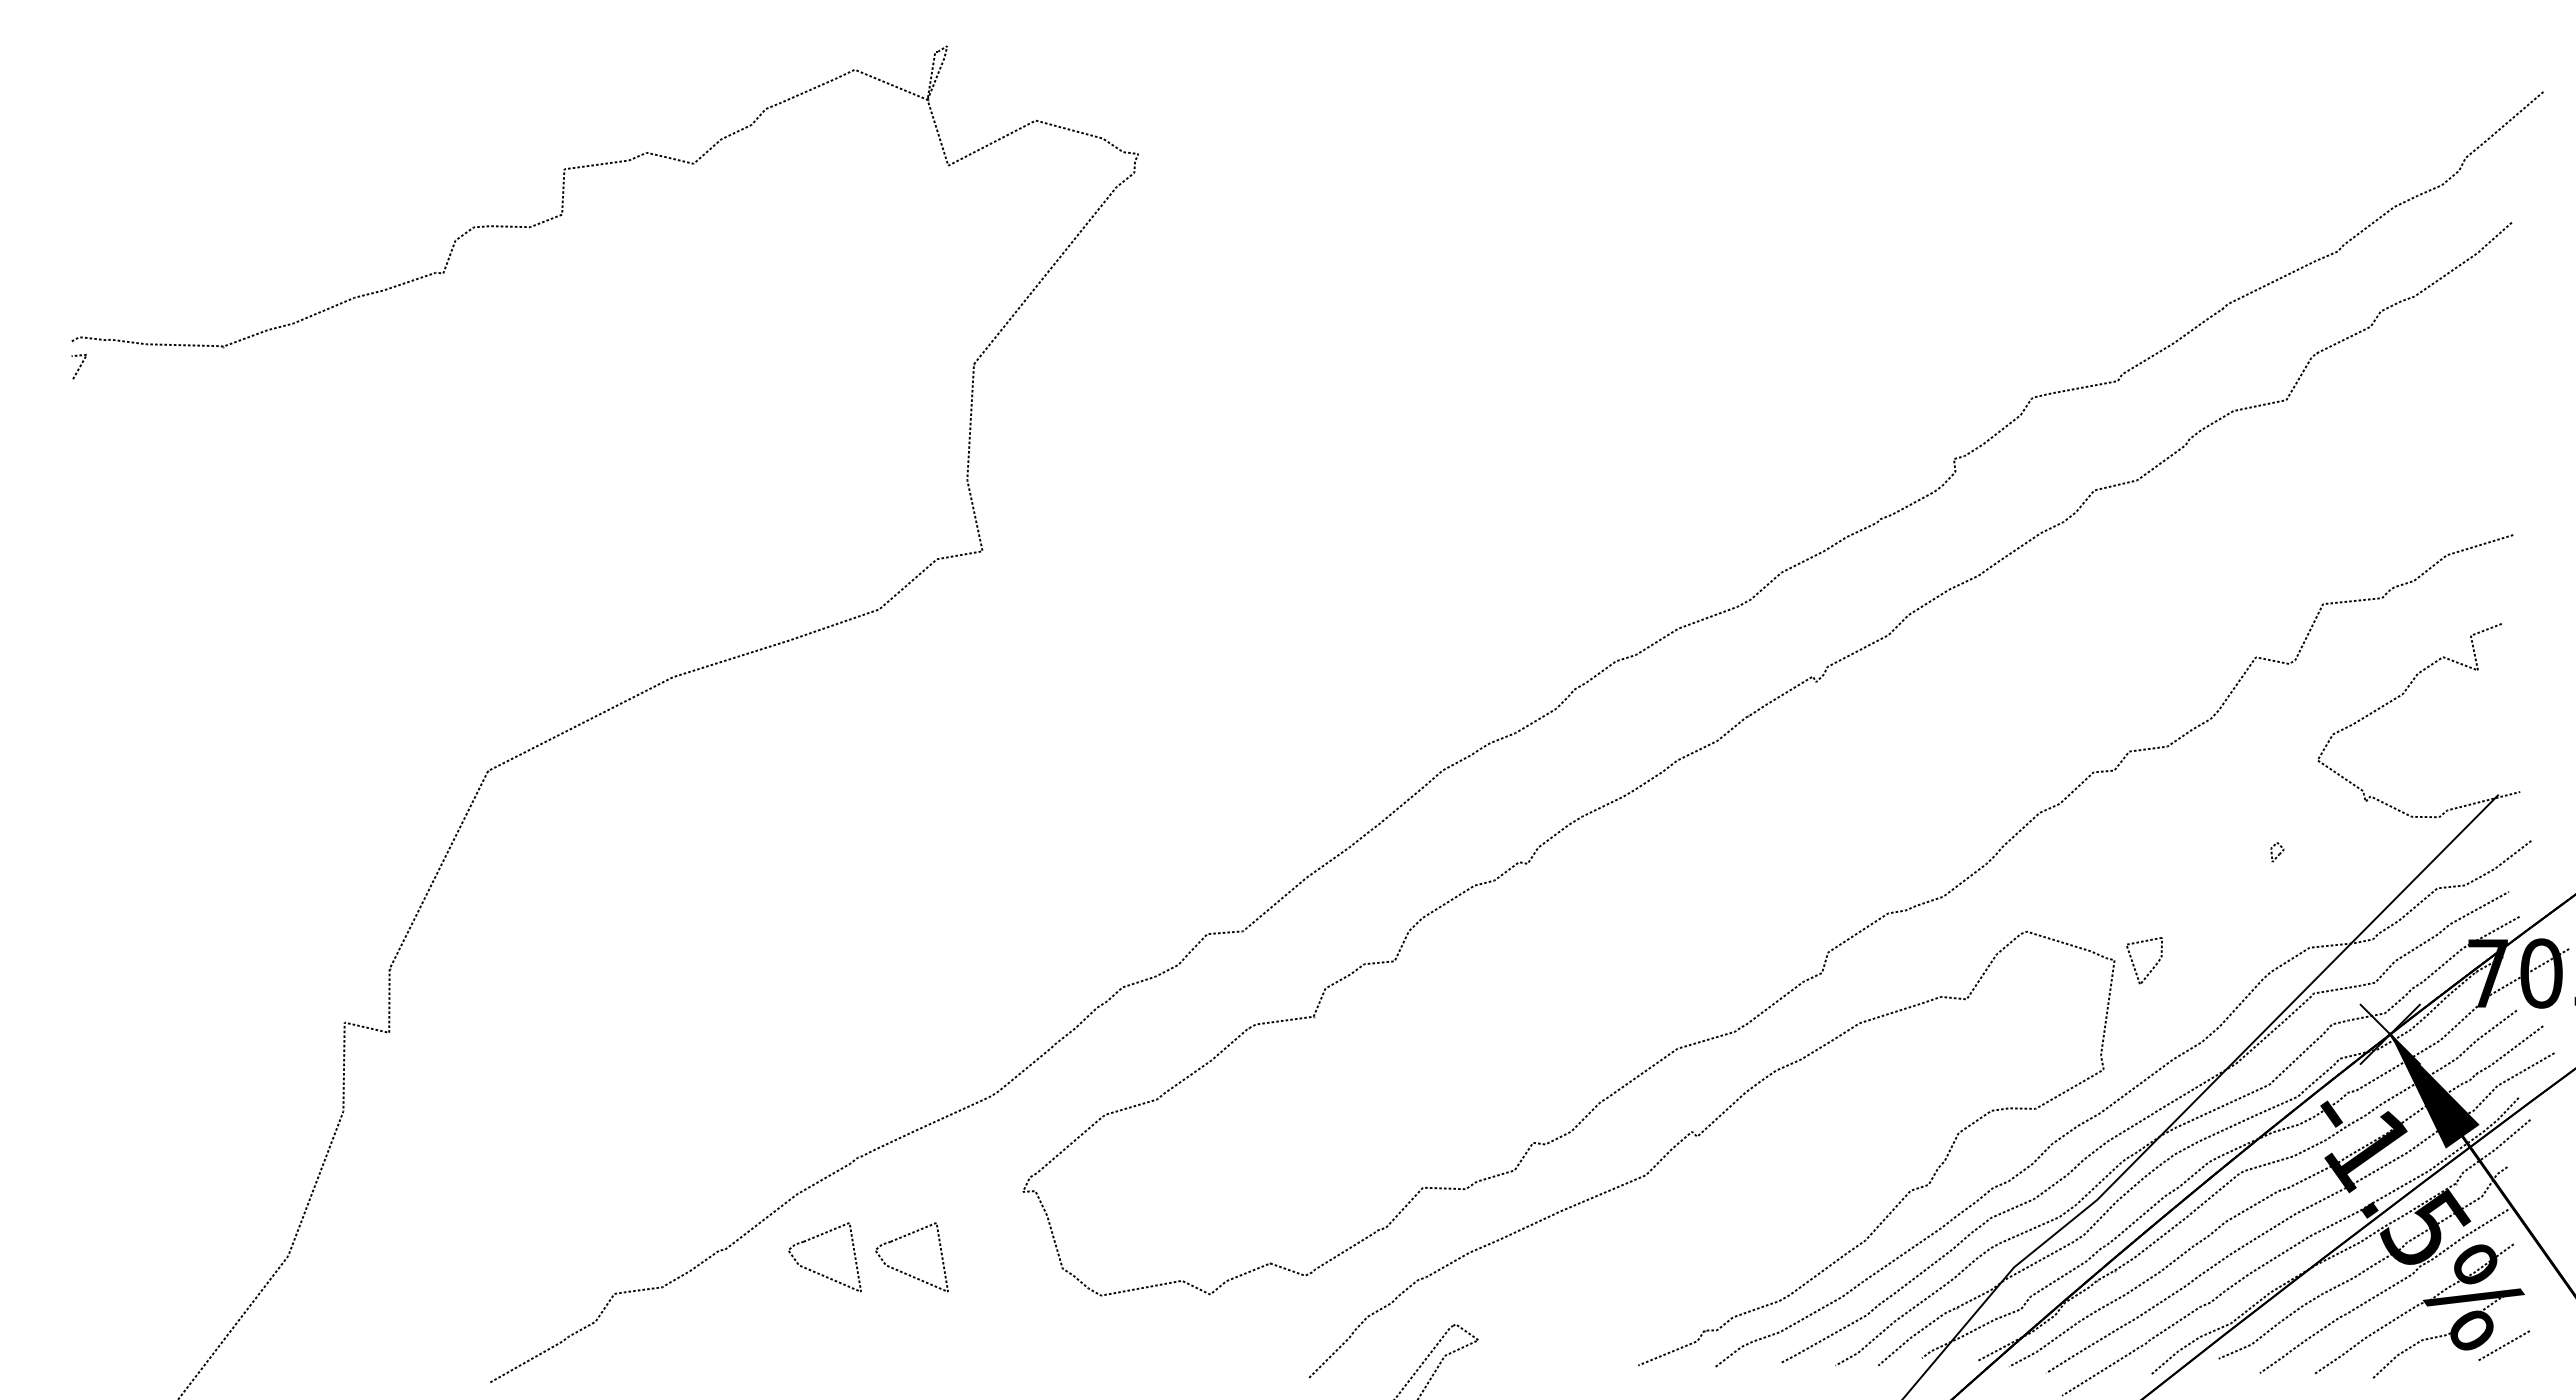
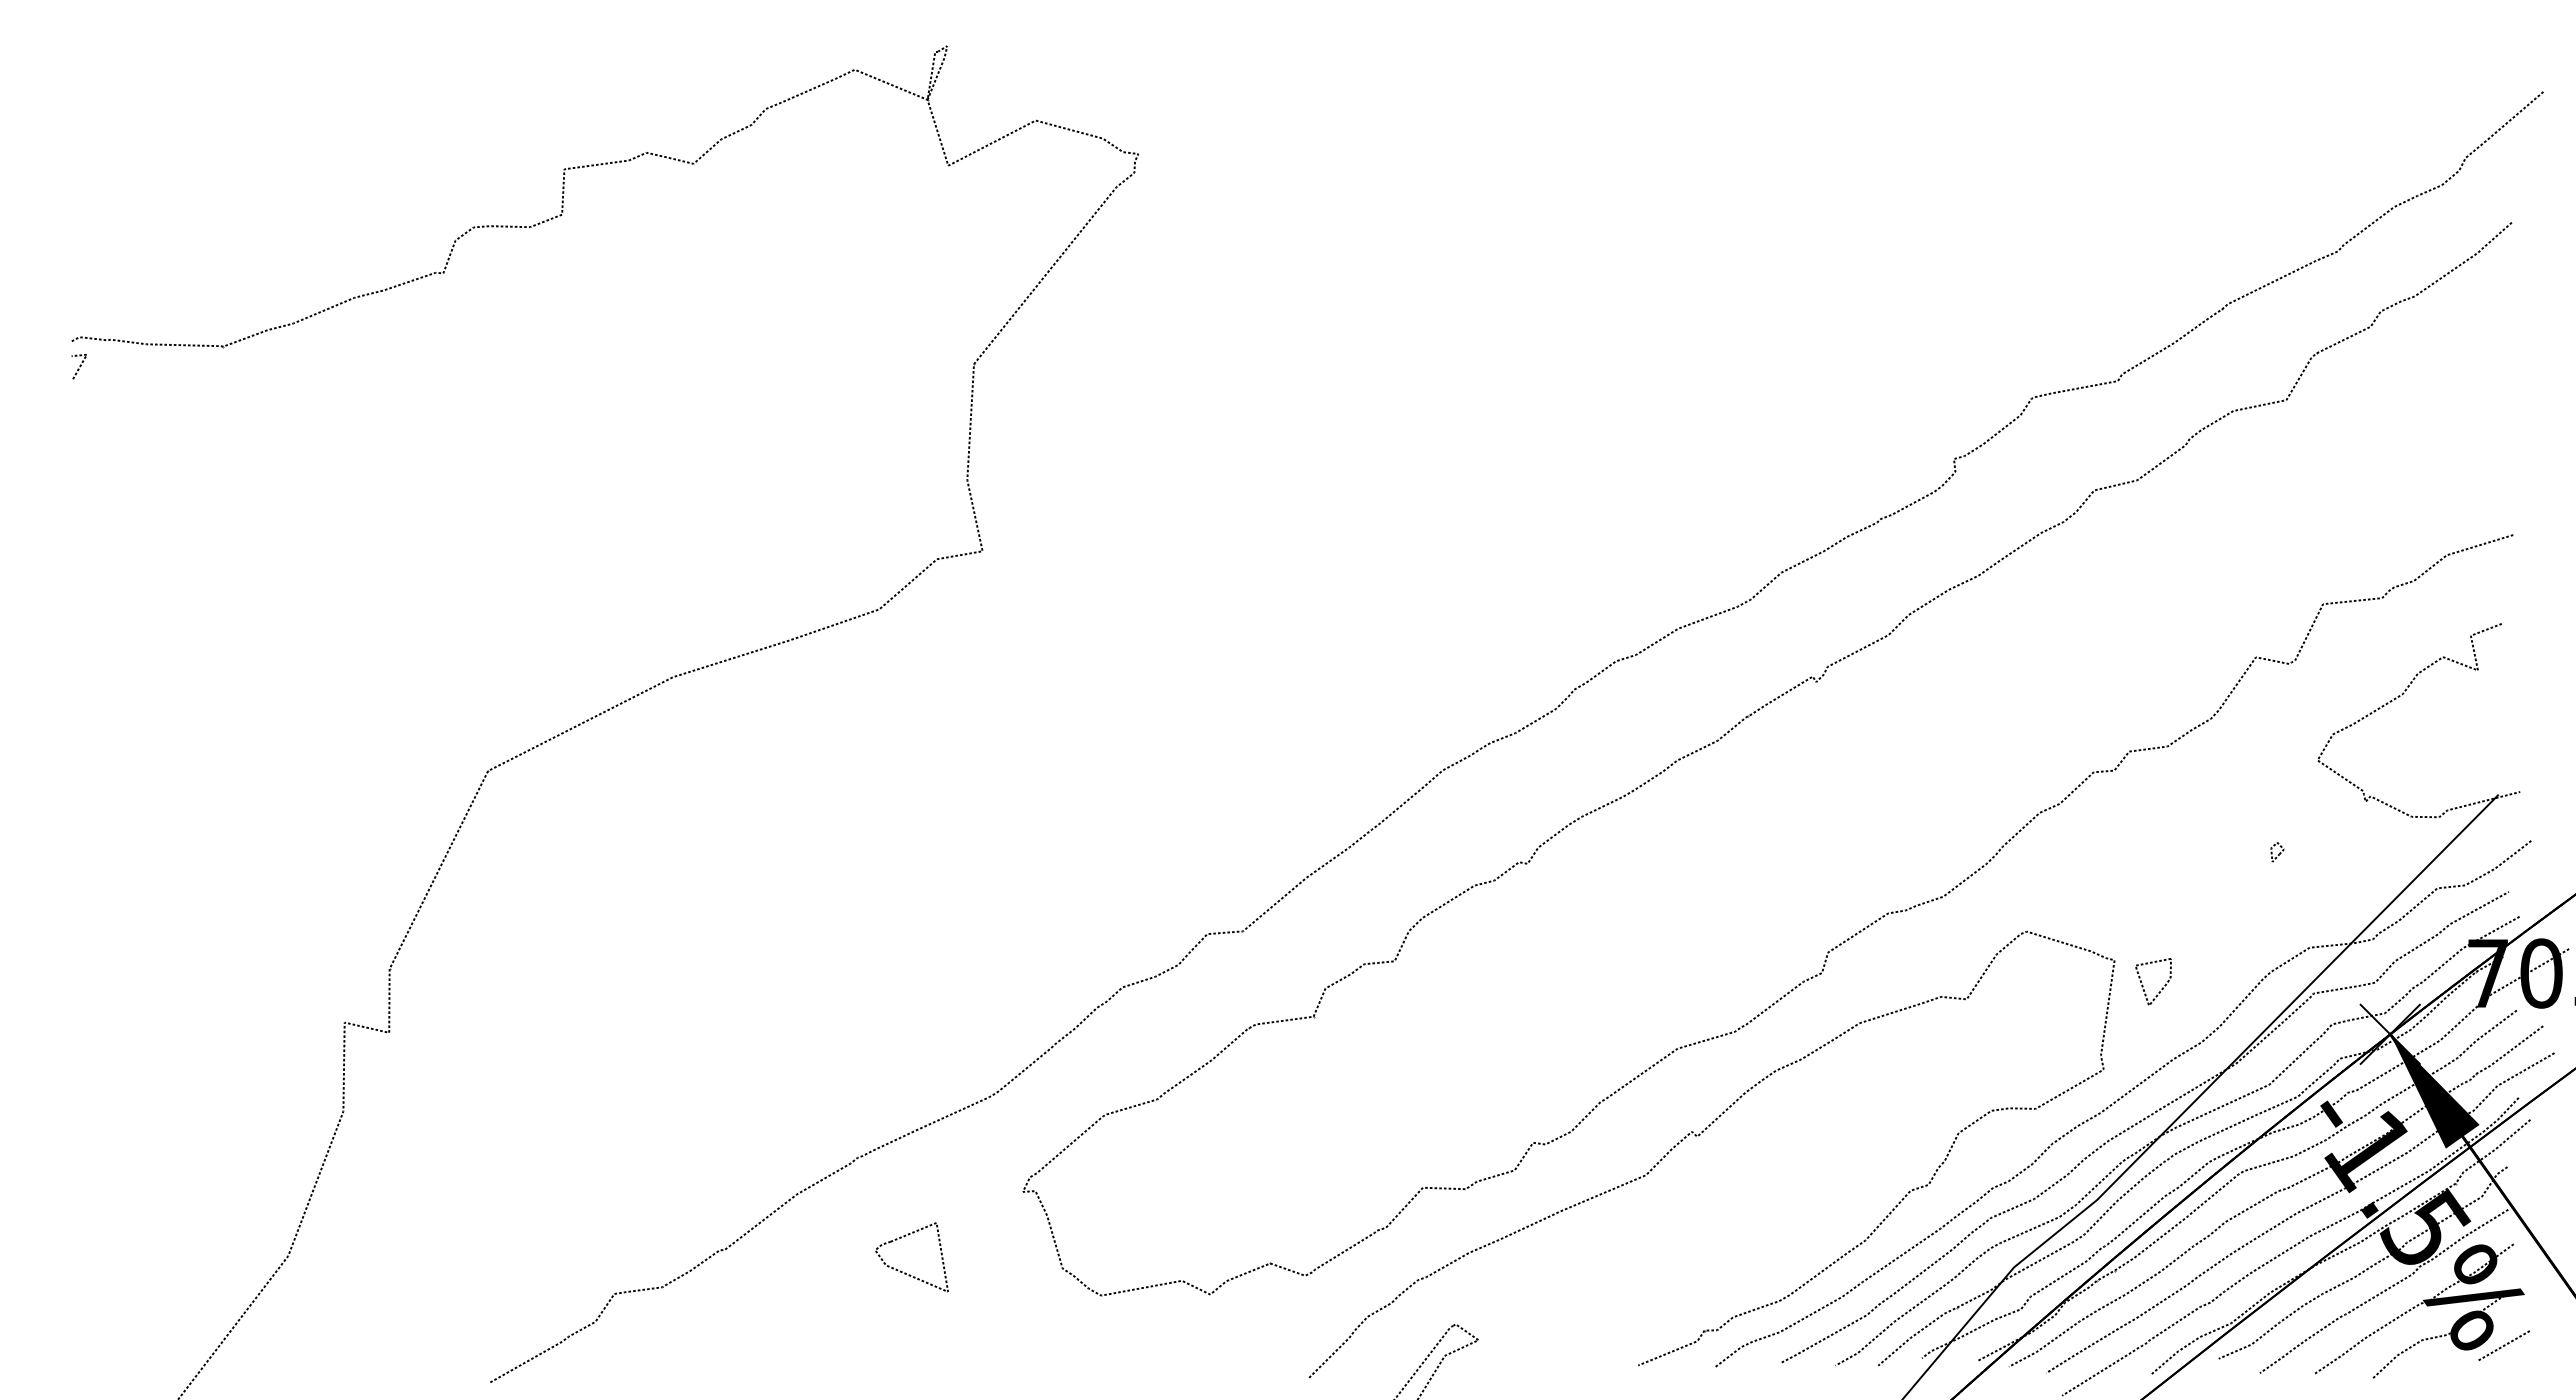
part at (2152, 967) position: (2152, 967) -> (2161, 988)
part at (818, 1272): present -> none
